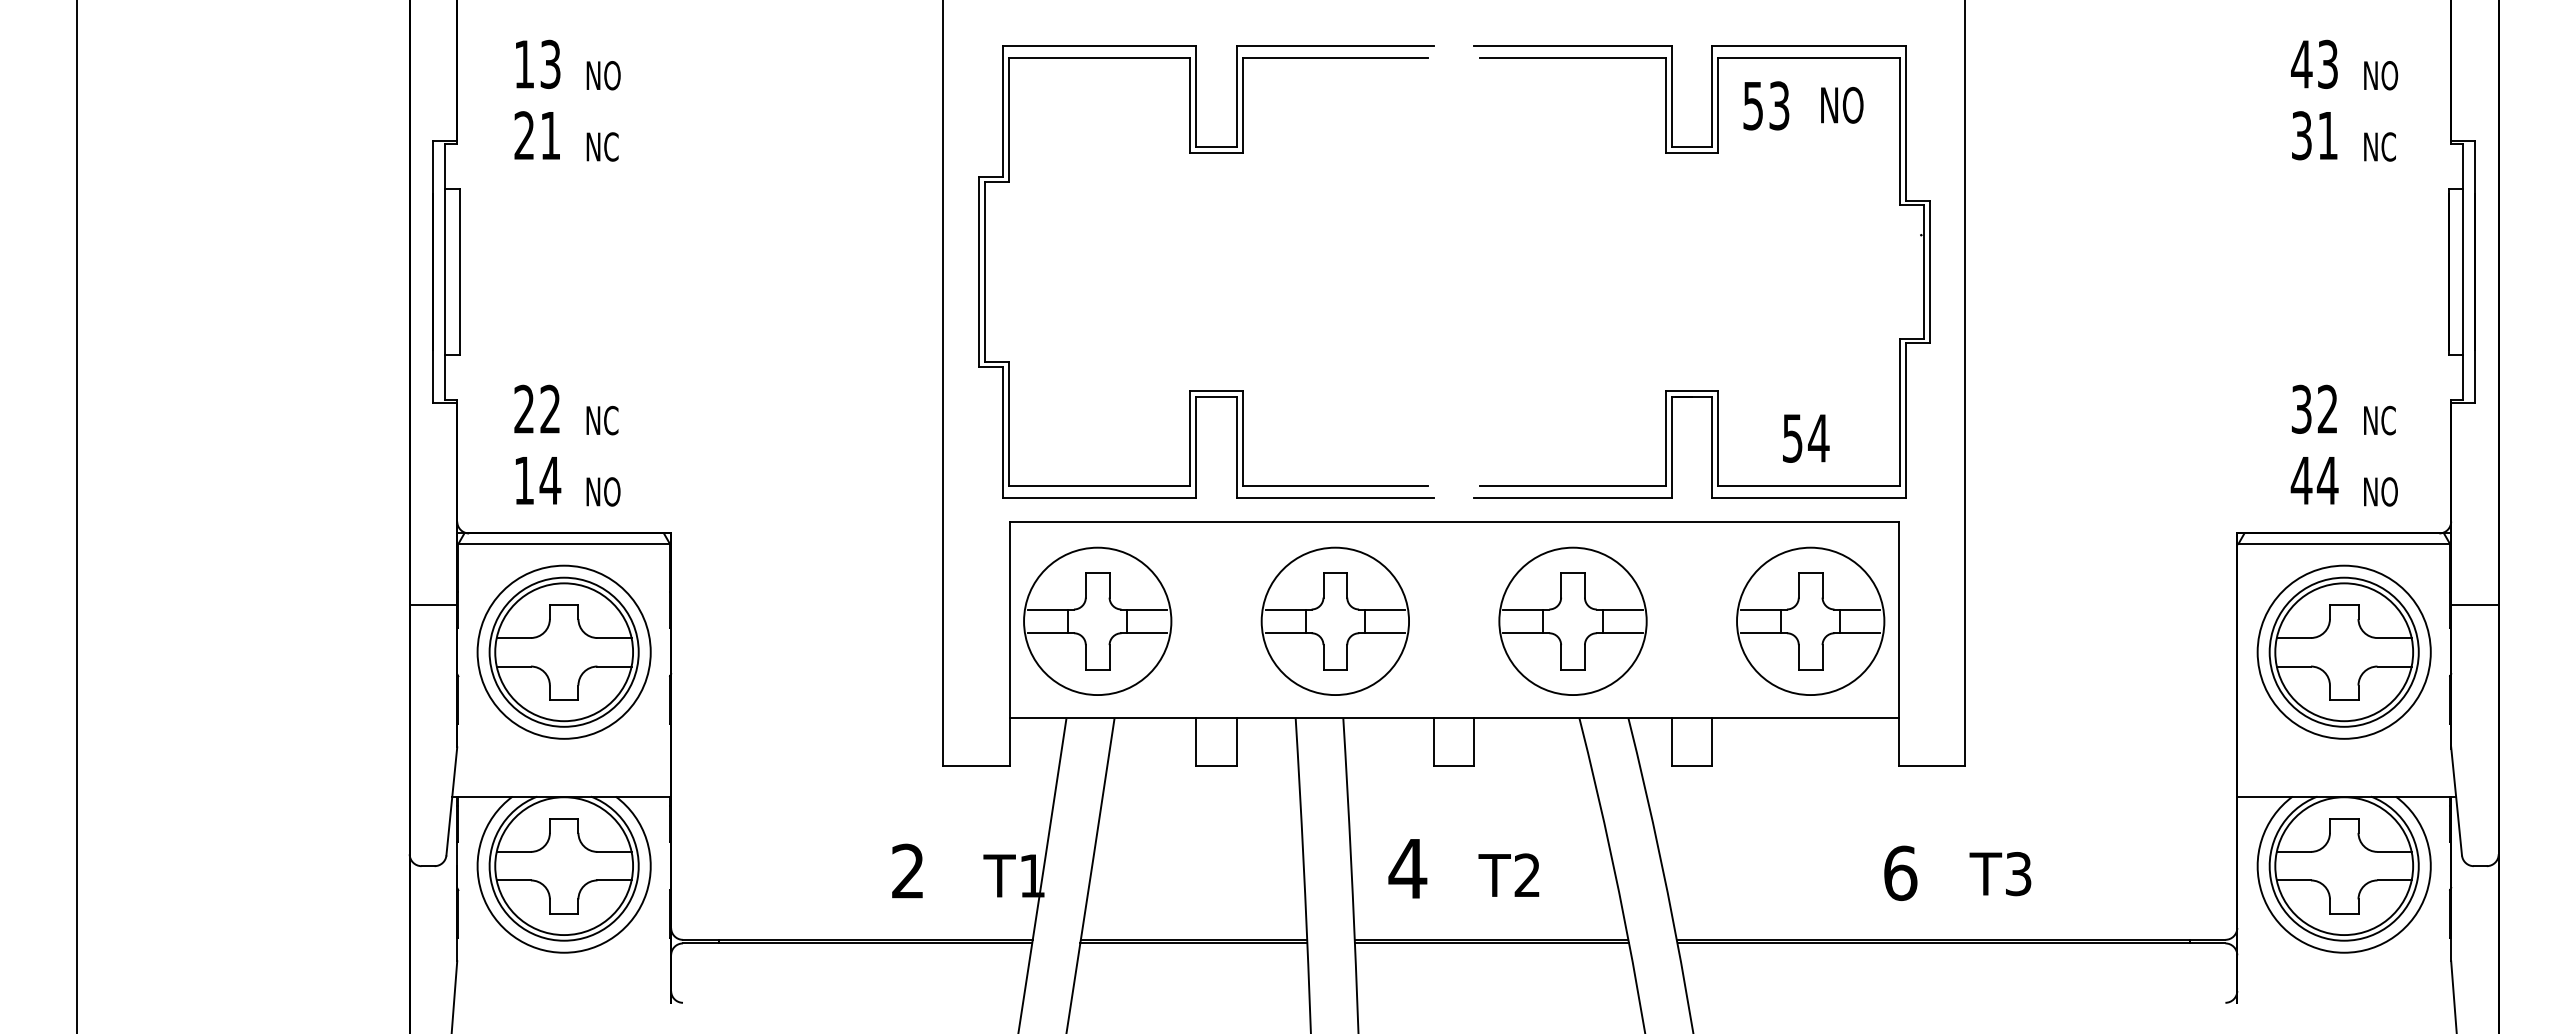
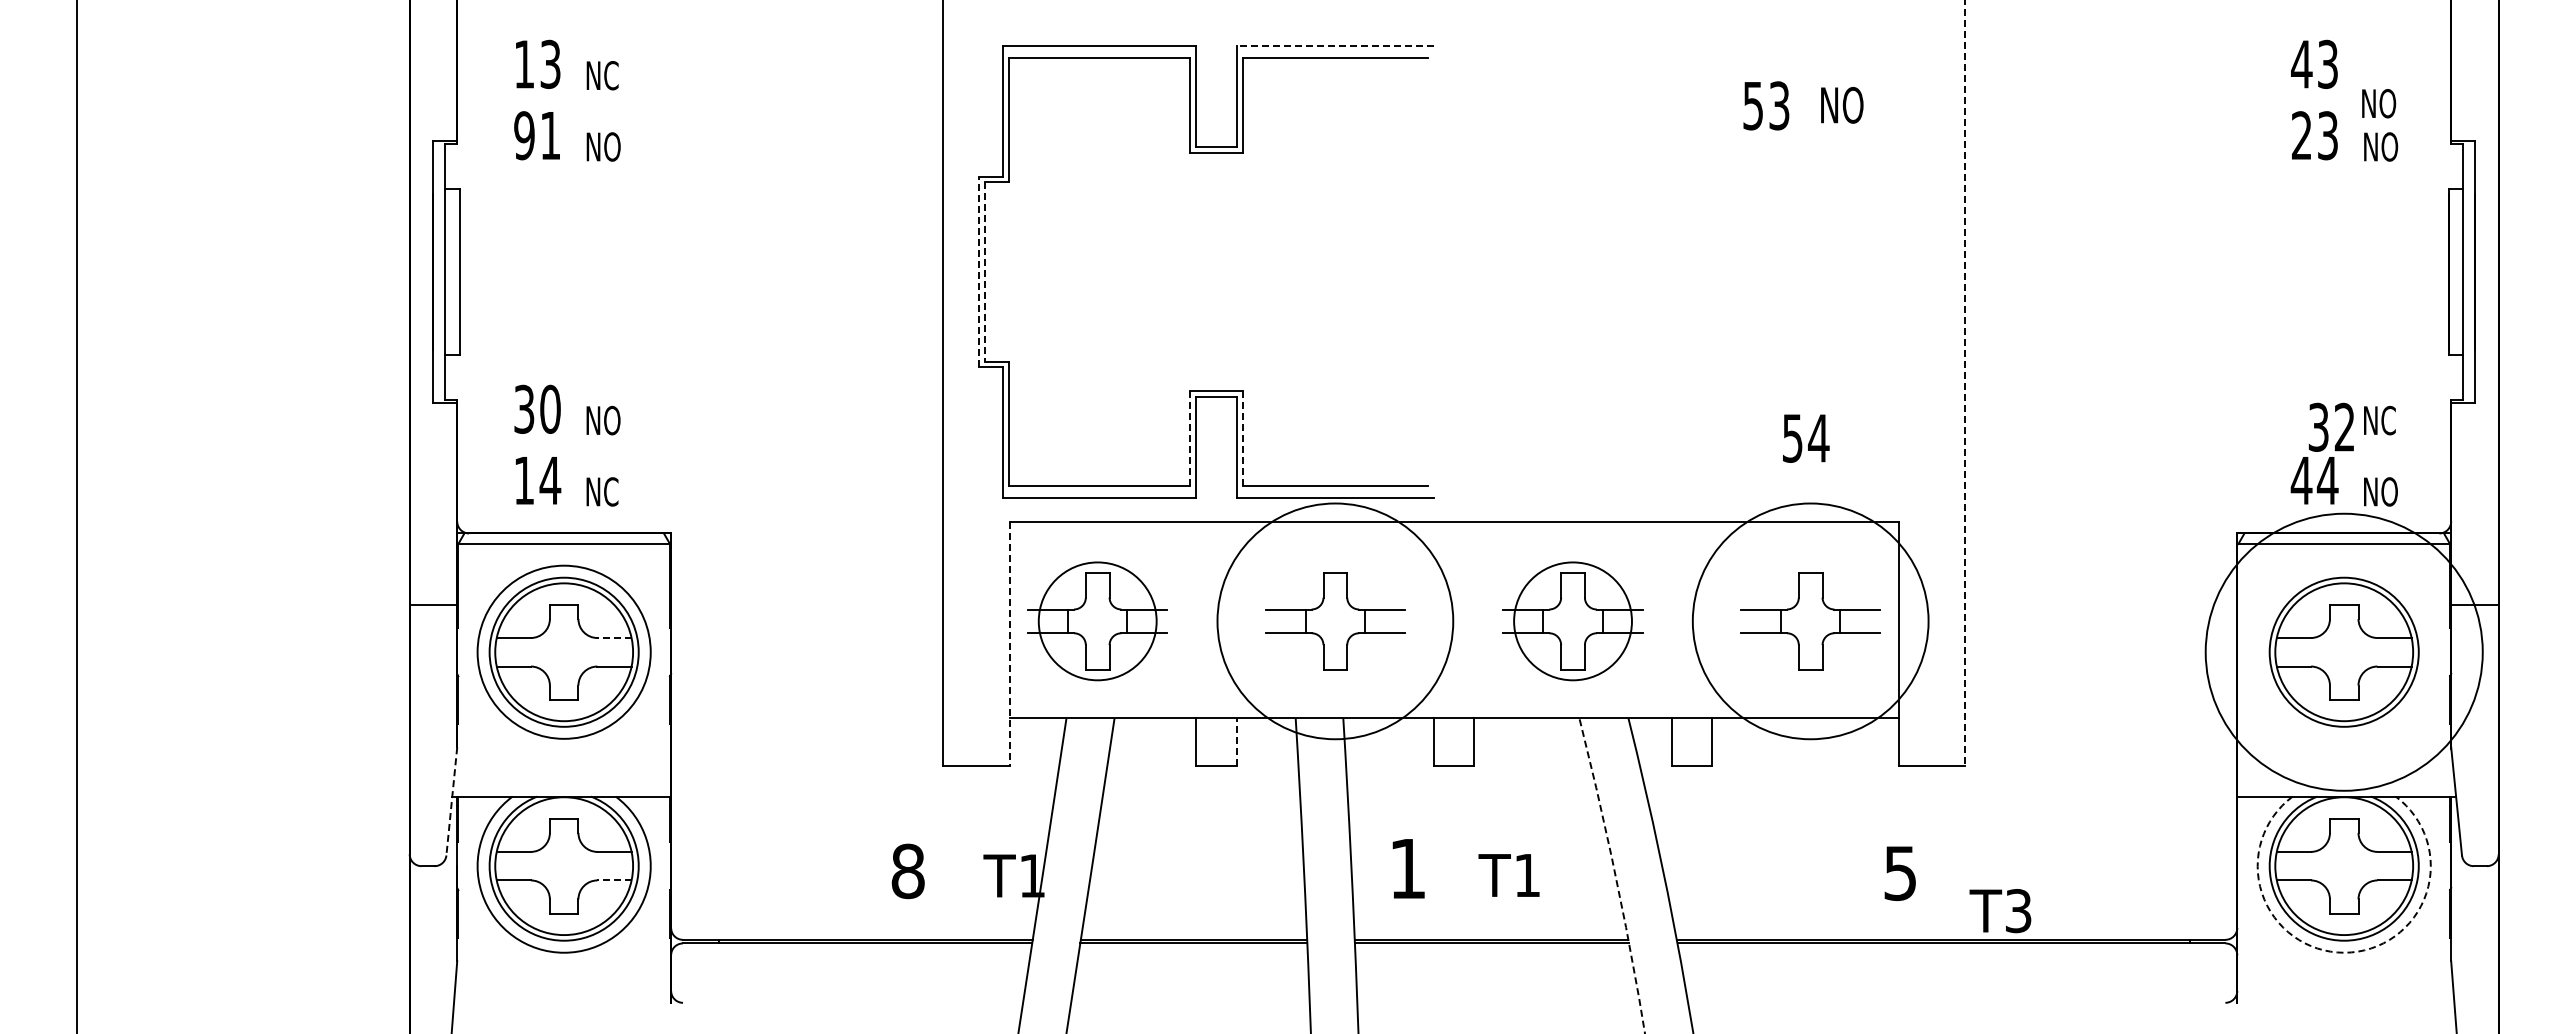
line at (1335, 46): solid -> dashed
text at (614, 75): NO -> NC
text at (2381, 75) position: (2381, 75) -> (2379, 103)
text at (524, 135): 21 -> 91
text at (2314, 135): 31 -> 23
text at (614, 146): NC -> NO
text at (2392, 146): NC -> NO
part at (1701, 153): present -> none
line at (978, 271): solid -> dashed
line at (984, 272): solid -> dashed
line at (1965, 383): solid -> dashed
text at (537, 408): 22 -> 30
text at (2313, 408) position: (2313, 408) -> (2330, 426)
text at (614, 420): NC -> NO
line at (1190, 438): solid -> dashed
line at (1242, 438): solid -> dashed
text at (614, 491): NO -> NC
circle at (1097, 621) diameter: 147 px -> 118 px
circle at (1335, 621) diameter: 147 px -> 236 px
circle at (1572, 621) diameter: 147 px -> 118 px
circle at (1810, 621) diameter: 147 px -> 236 px
line at (614, 638): solid -> dashed
line at (1009, 644): solid -> dashed
circle at (2343, 651) diameter: 173 px -> 277 px
line at (1236, 742): solid -> dashed
line at (451, 801): solid -> dashed
text at (1407, 868): 4 -> 1
text at (907, 871): 2 -> 8
text at (1900, 873): 6 -> 5
text at (1526, 874): T2 -> T1
arc at (1615, 874): solid -> dashed
text at (2000, 874) position: (2000, 874) -> (2000, 911)
line at (614, 880): solid -> dashed
arc at (2344, 952): solid -> dashed
